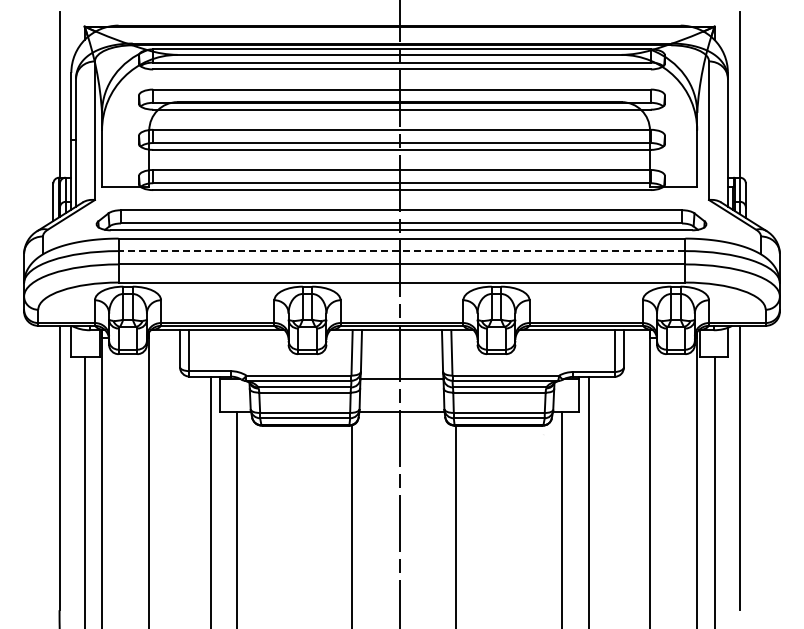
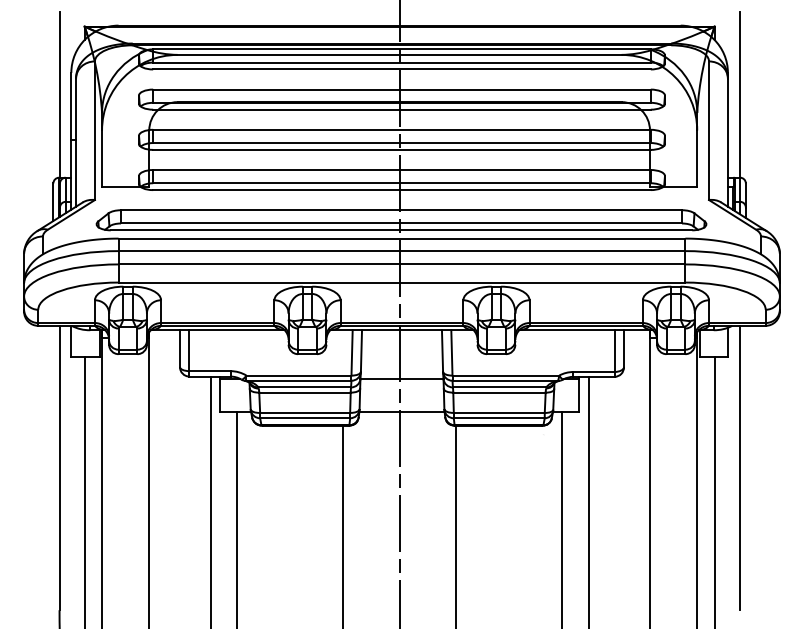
line at (401, 251): dashed -> solid
line at (351, 525) position: (351, 525) -> (342, 525)
